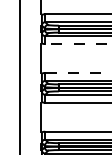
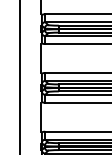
line at (78, 44): dashed -> solid
line at (78, 73): dashed -> solid
